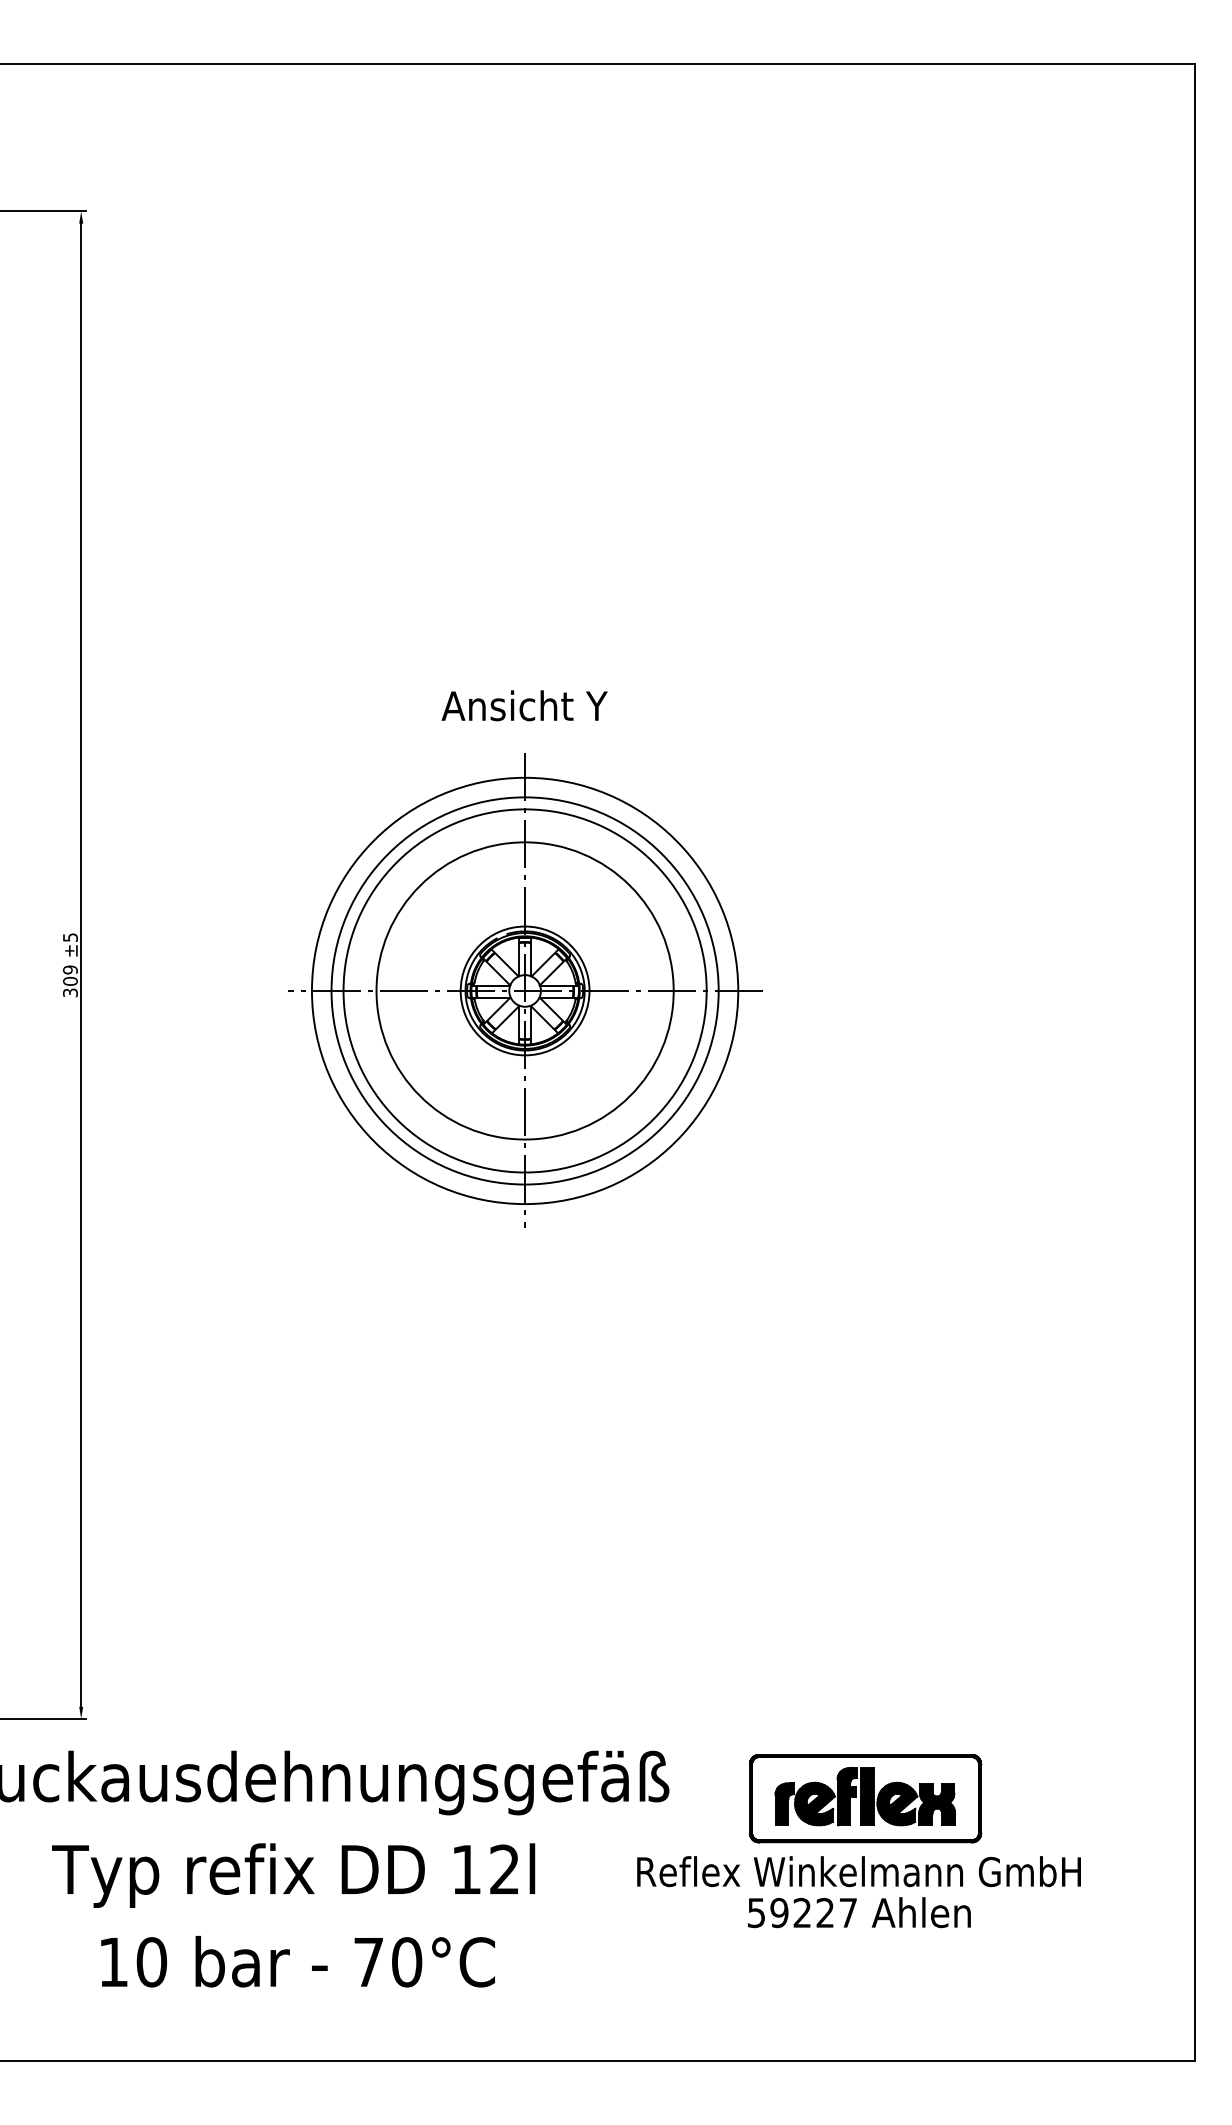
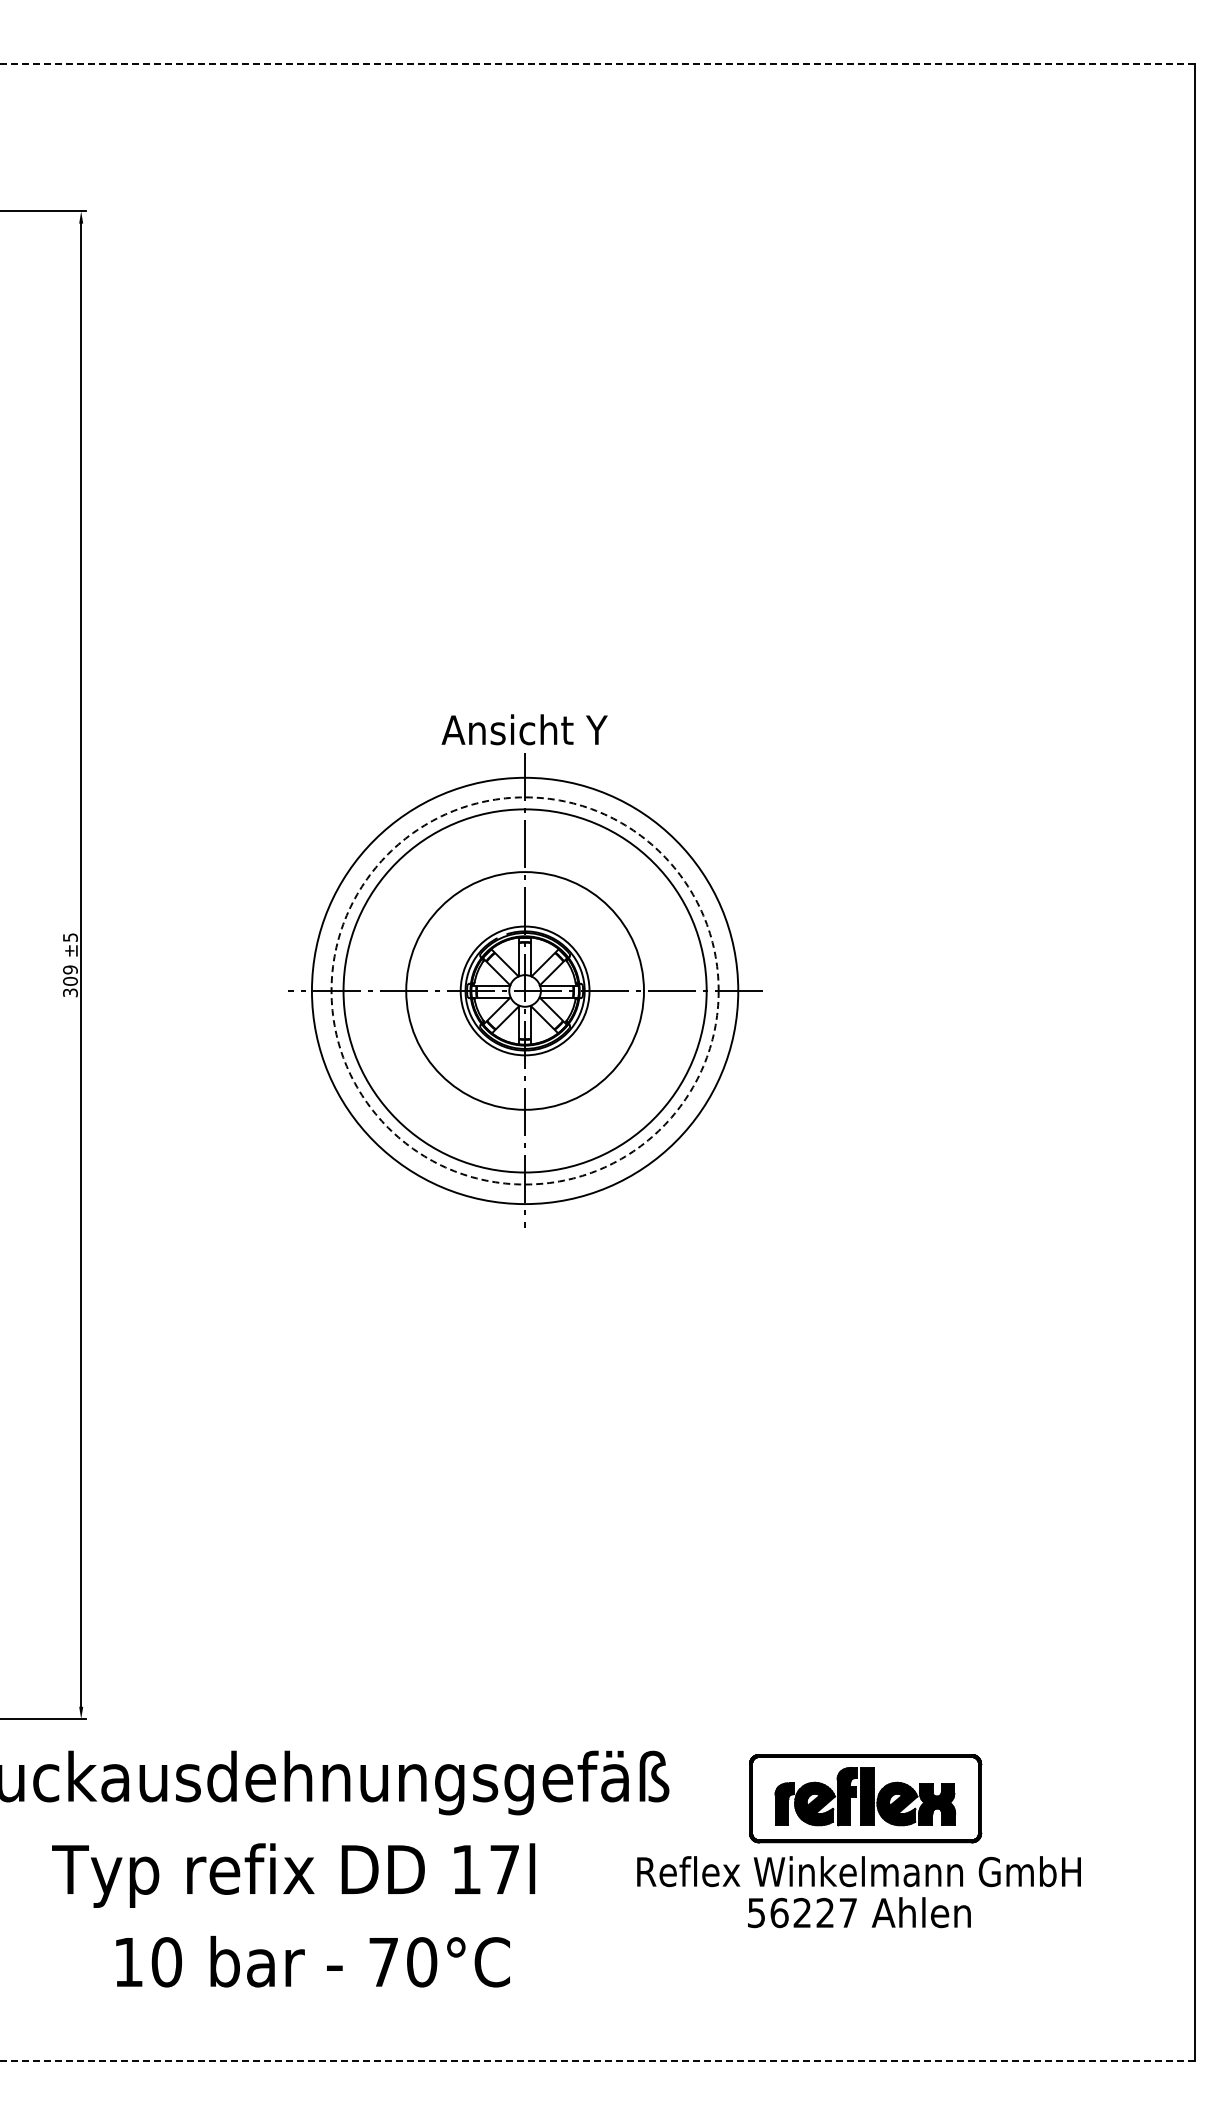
line at (597, 63): solid -> dashed
text at (524, 705) position: (524, 705) -> (524, 729)
circle at (524, 990) diameter: 297 px -> 238 px
circle at (524, 990): solid -> dashed
text at (504, 1868): 12l -> 17l
text at (779, 1912): 59227 -> 56227
text at (297, 1961) position: (297, 1961) -> (312, 1961)
line at (598, 2061): solid -> dashed
